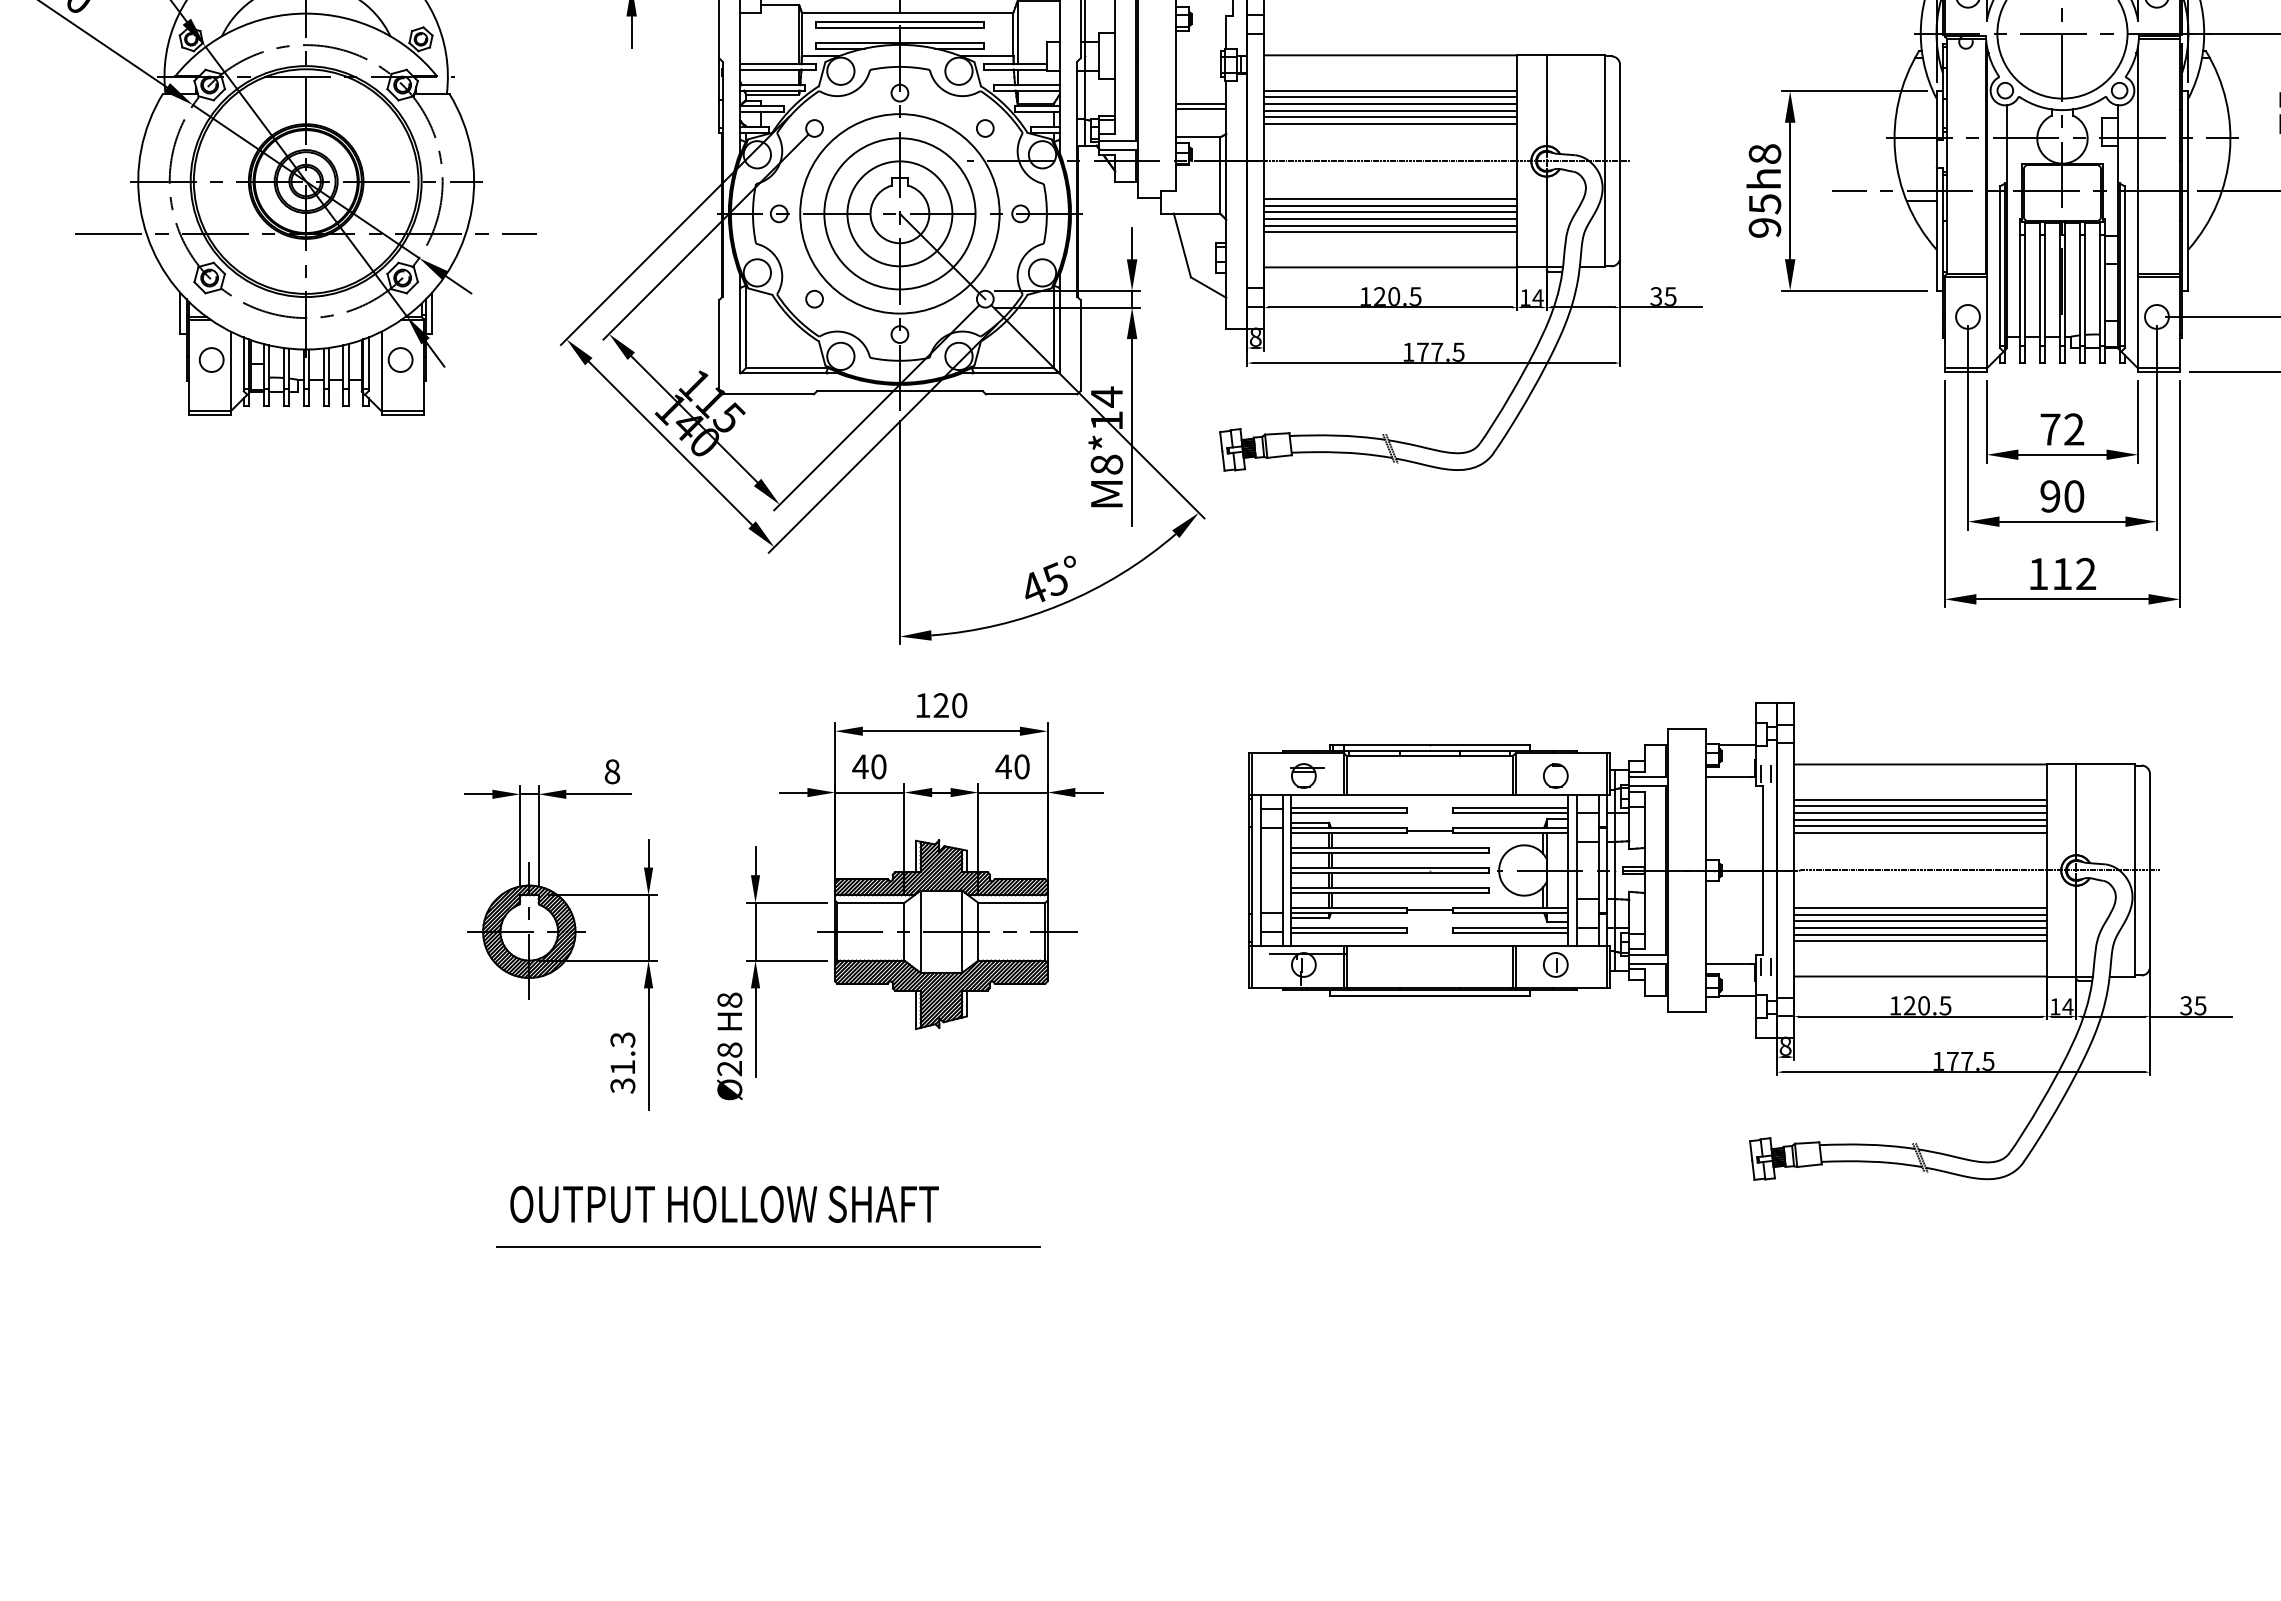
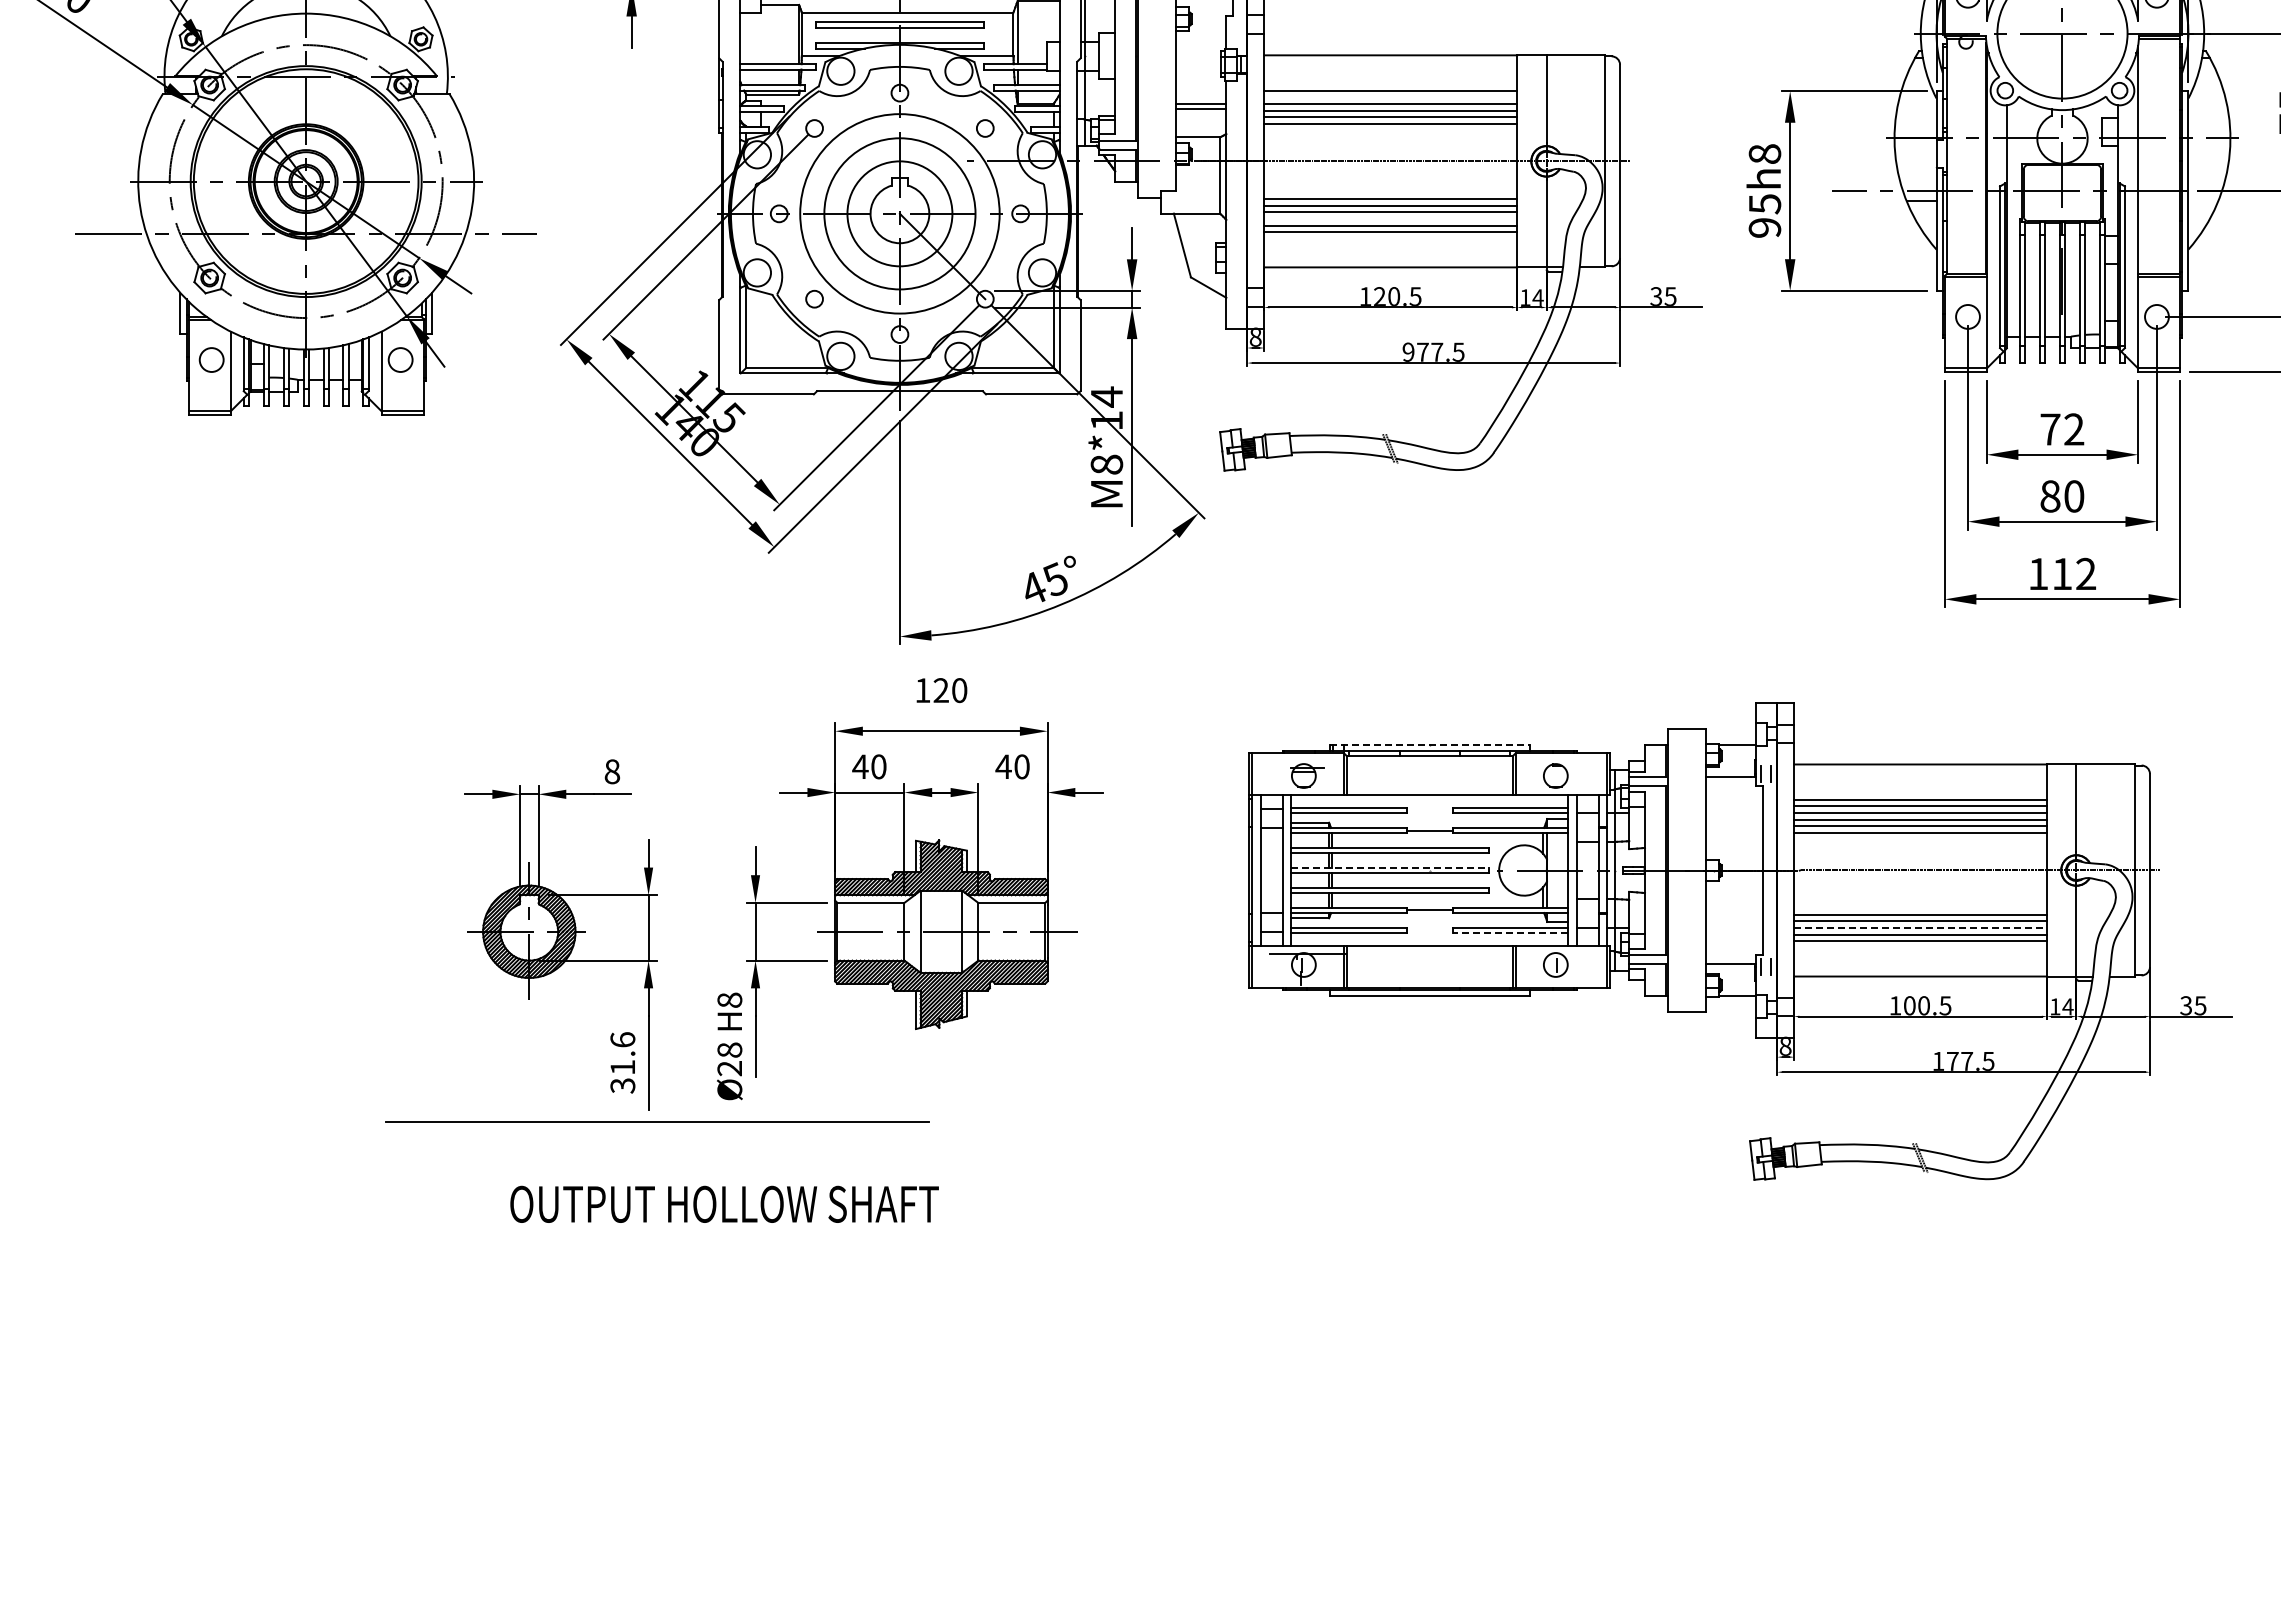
line at (1390, 97): present -> none
line at (1390, 218): present -> none
text at (1408, 351): 177.5 -> 977.5
text at (2050, 496): 90 -> 80
text at (941, 705) position: (941, 705) -> (941, 690)
line at (1429, 744): solid -> dashed
line at (1012, 792): present -> none
line at (1389, 867): solid -> dashed
line at (1920, 907): present -> none
line at (1921, 927): solid -> dashed
line at (1510, 932): solid -> dashed
text at (1909, 1005): 120.5 -> 100.5
text at (622, 1039): 31.3 -> 31.6
line at (768, 1246) position: (768, 1246) -> (657, 1121)
